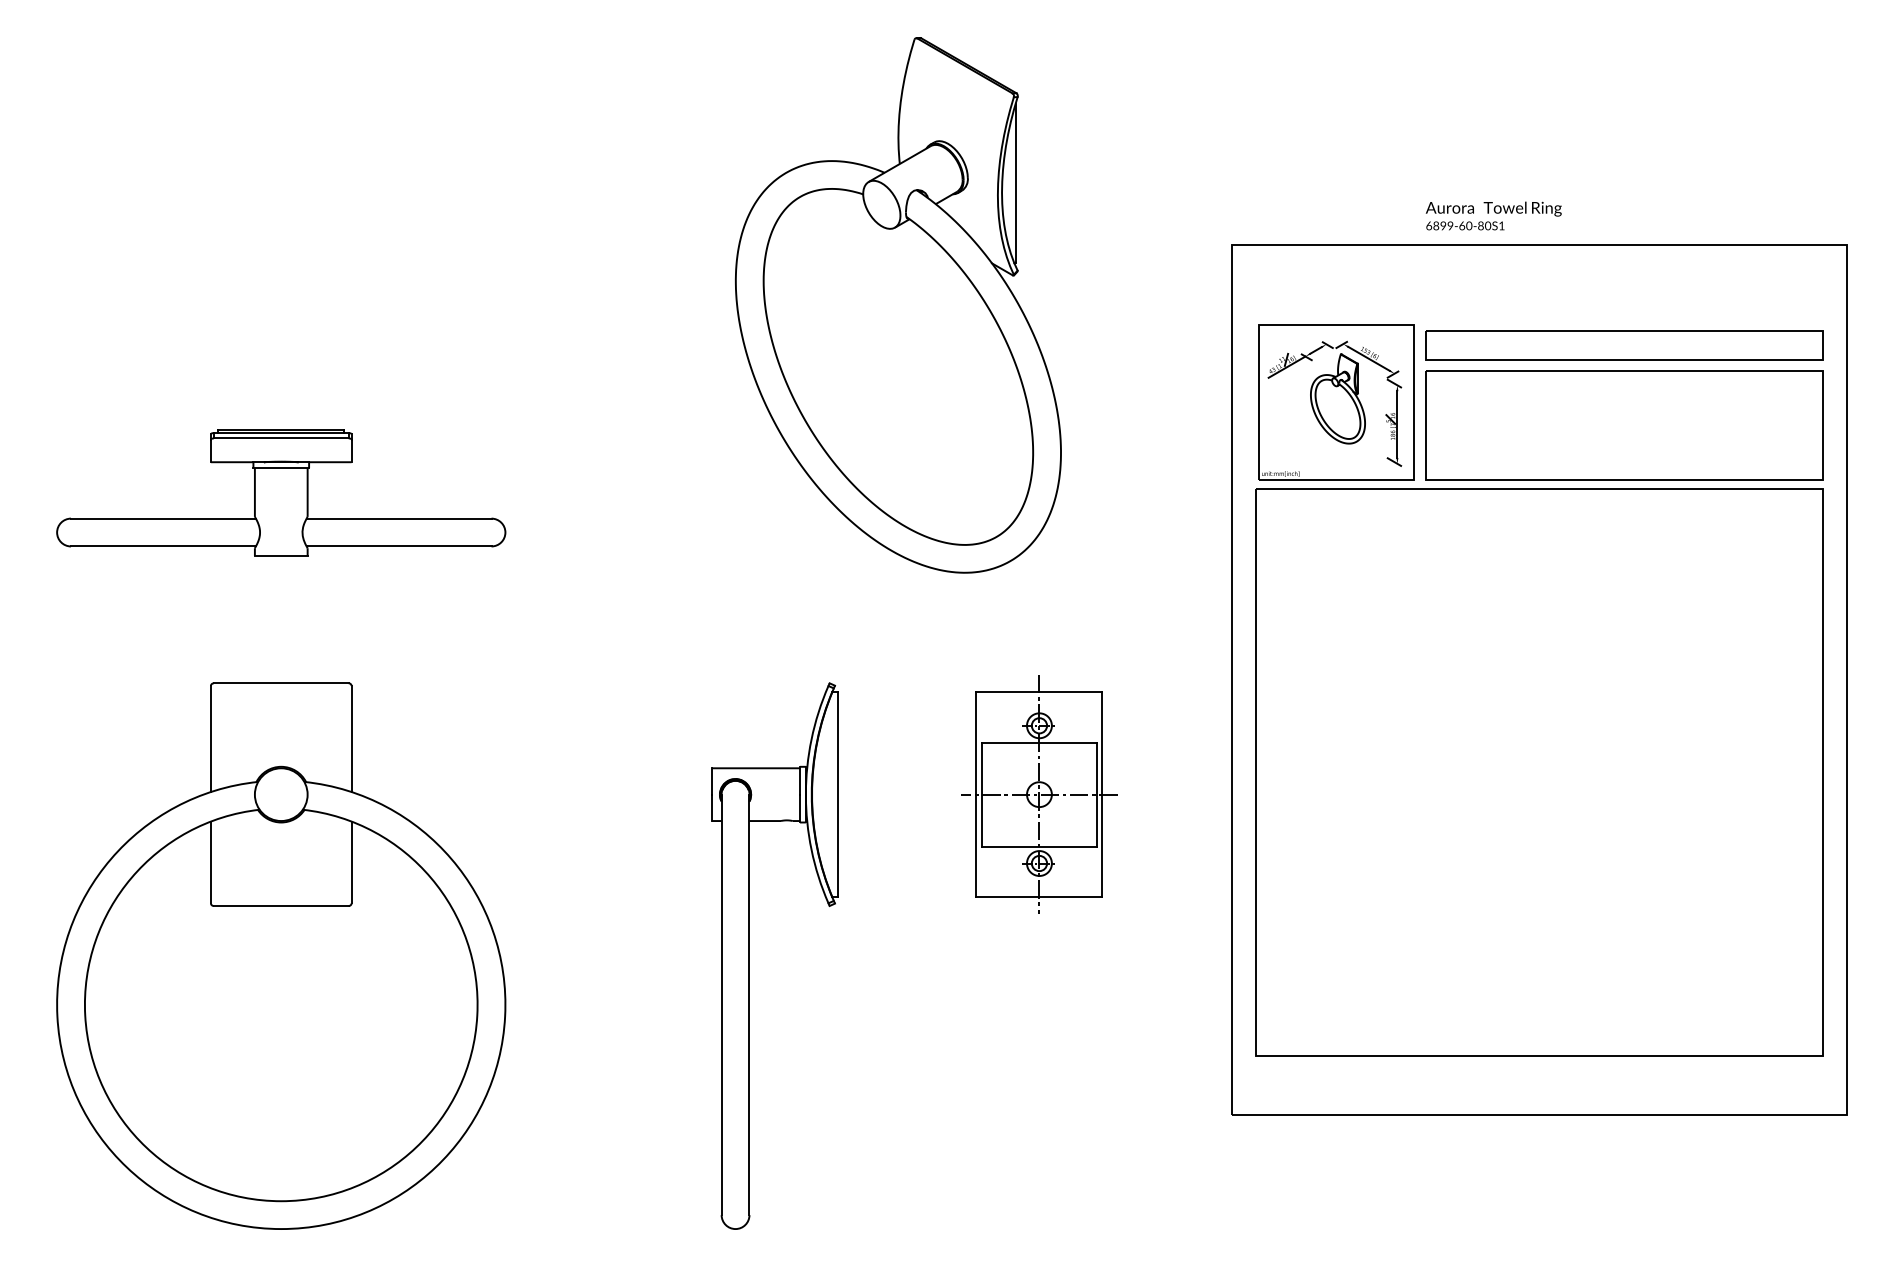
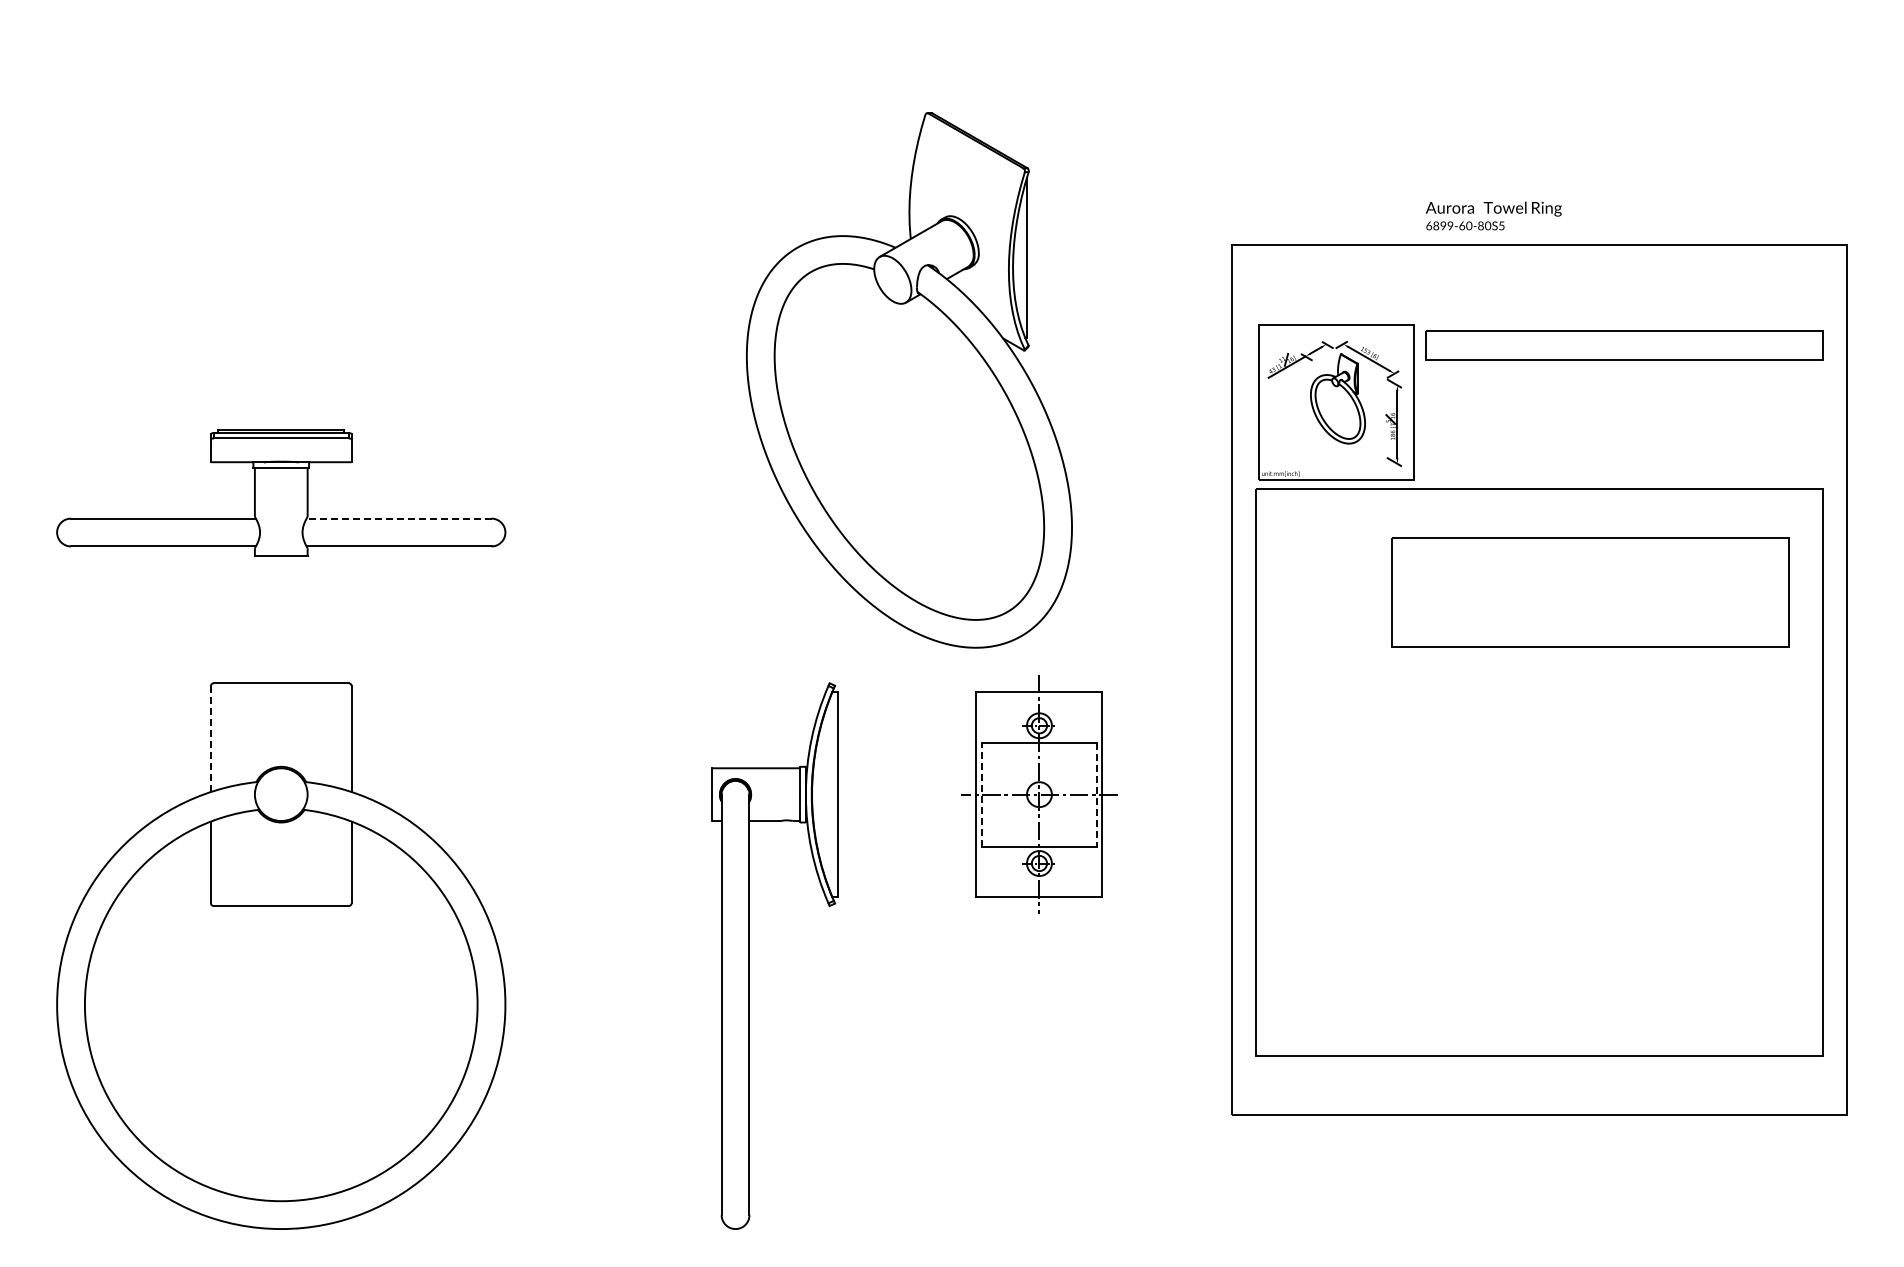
text at (1501, 225): 6899-60-80S1 -> 6899-60-80S5
part at (897, 305) position: (897, 305) -> (908, 380)
part at (1624, 425) position: (1624, 425) -> (1590, 592)
line at (398, 518): solid -> dashed
line at (210, 739): solid -> dashed
line at (982, 794): solid -> dashed
line at (1096, 795): solid -> dashed
